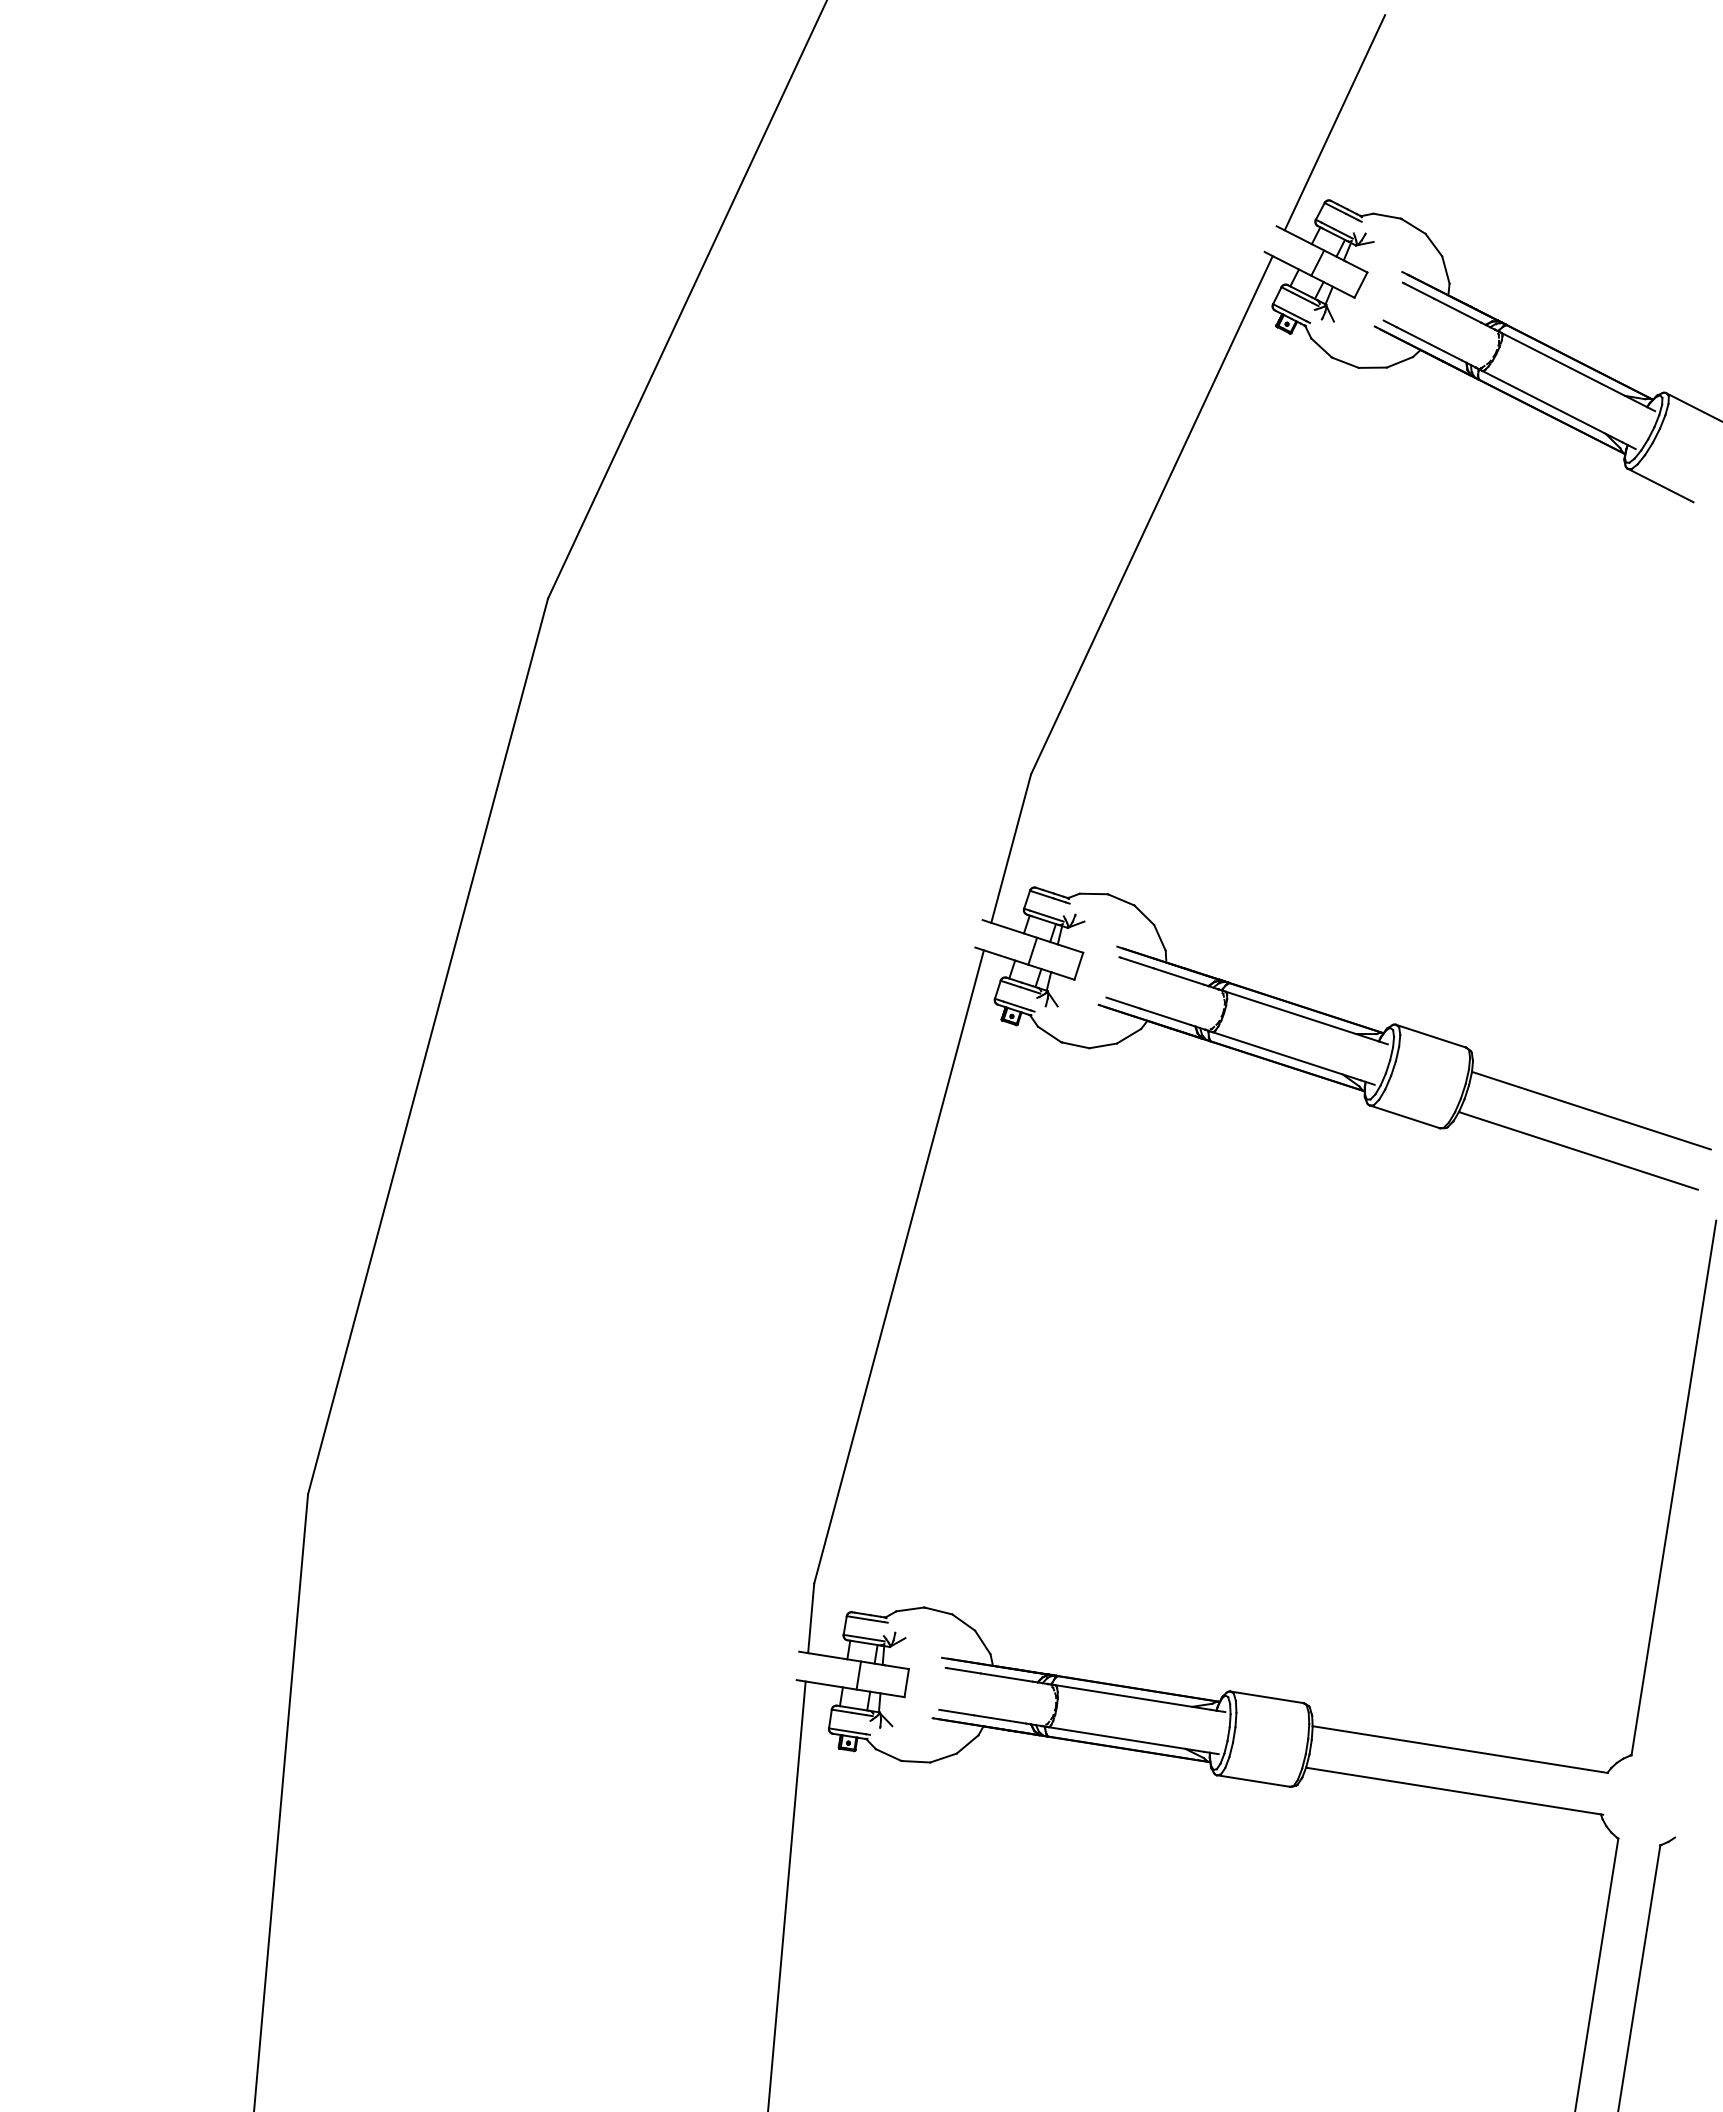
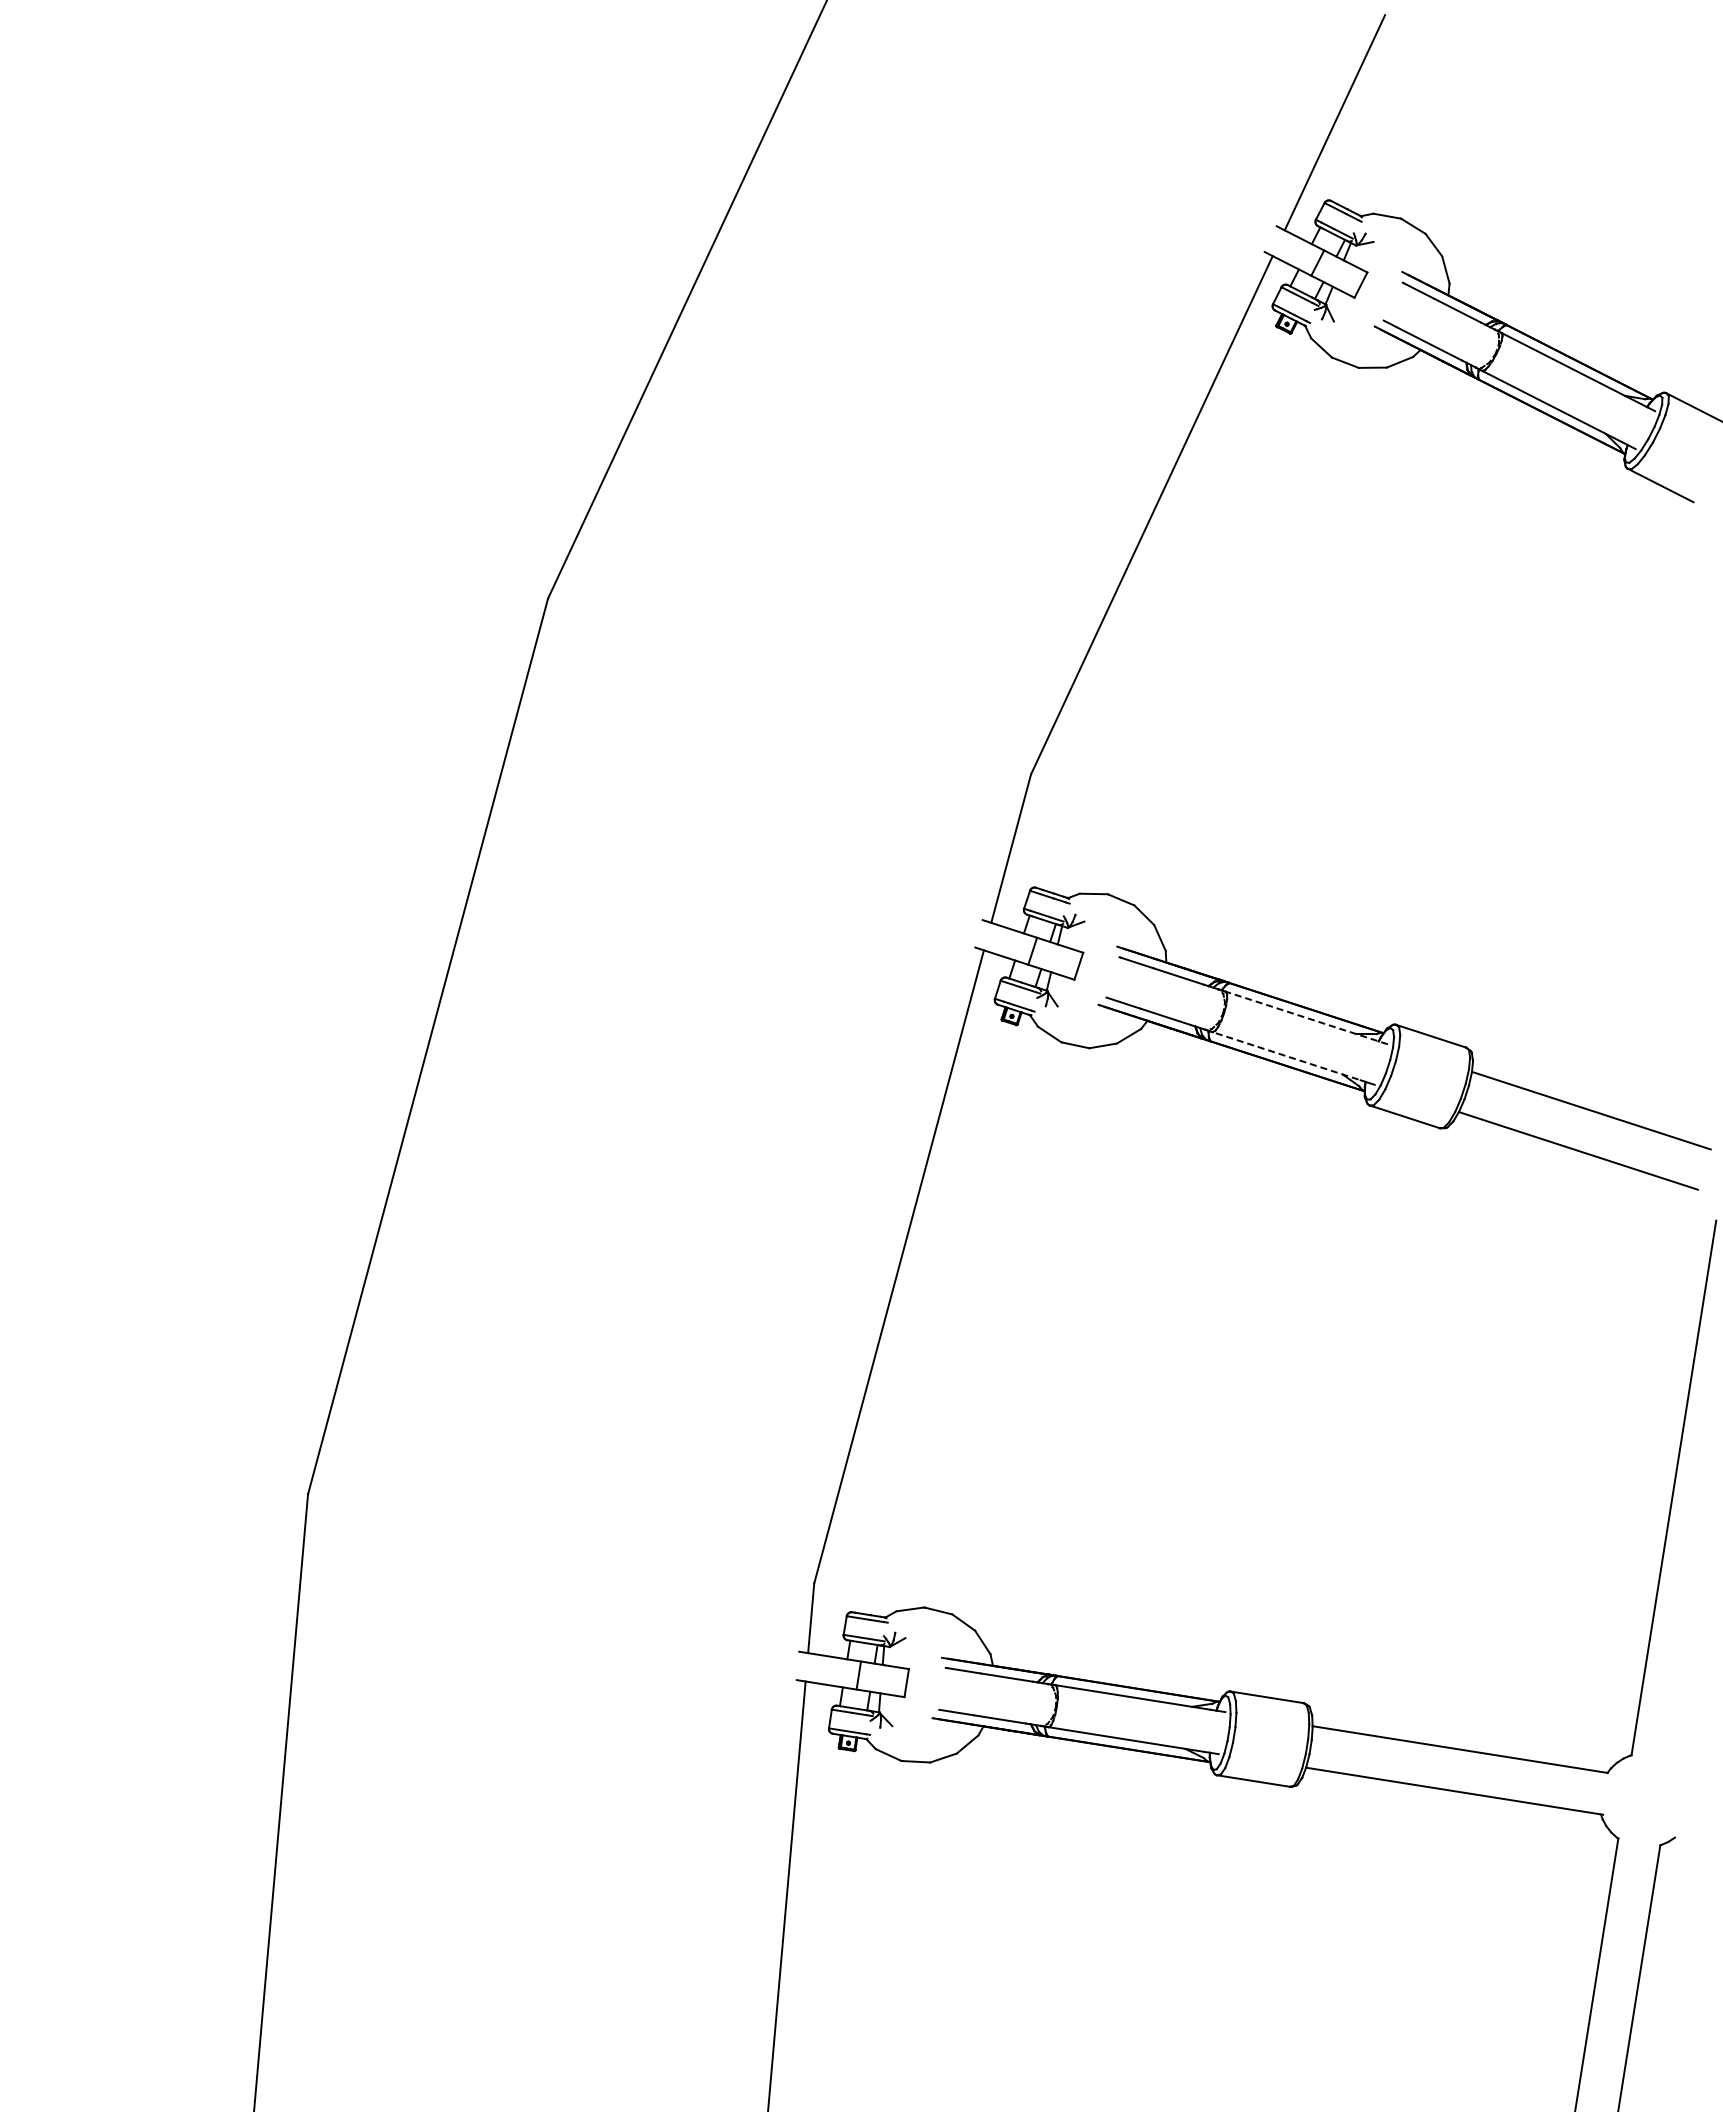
line at (1302, 1016): solid -> dashed
line at (1283, 1055): solid -> dashed
